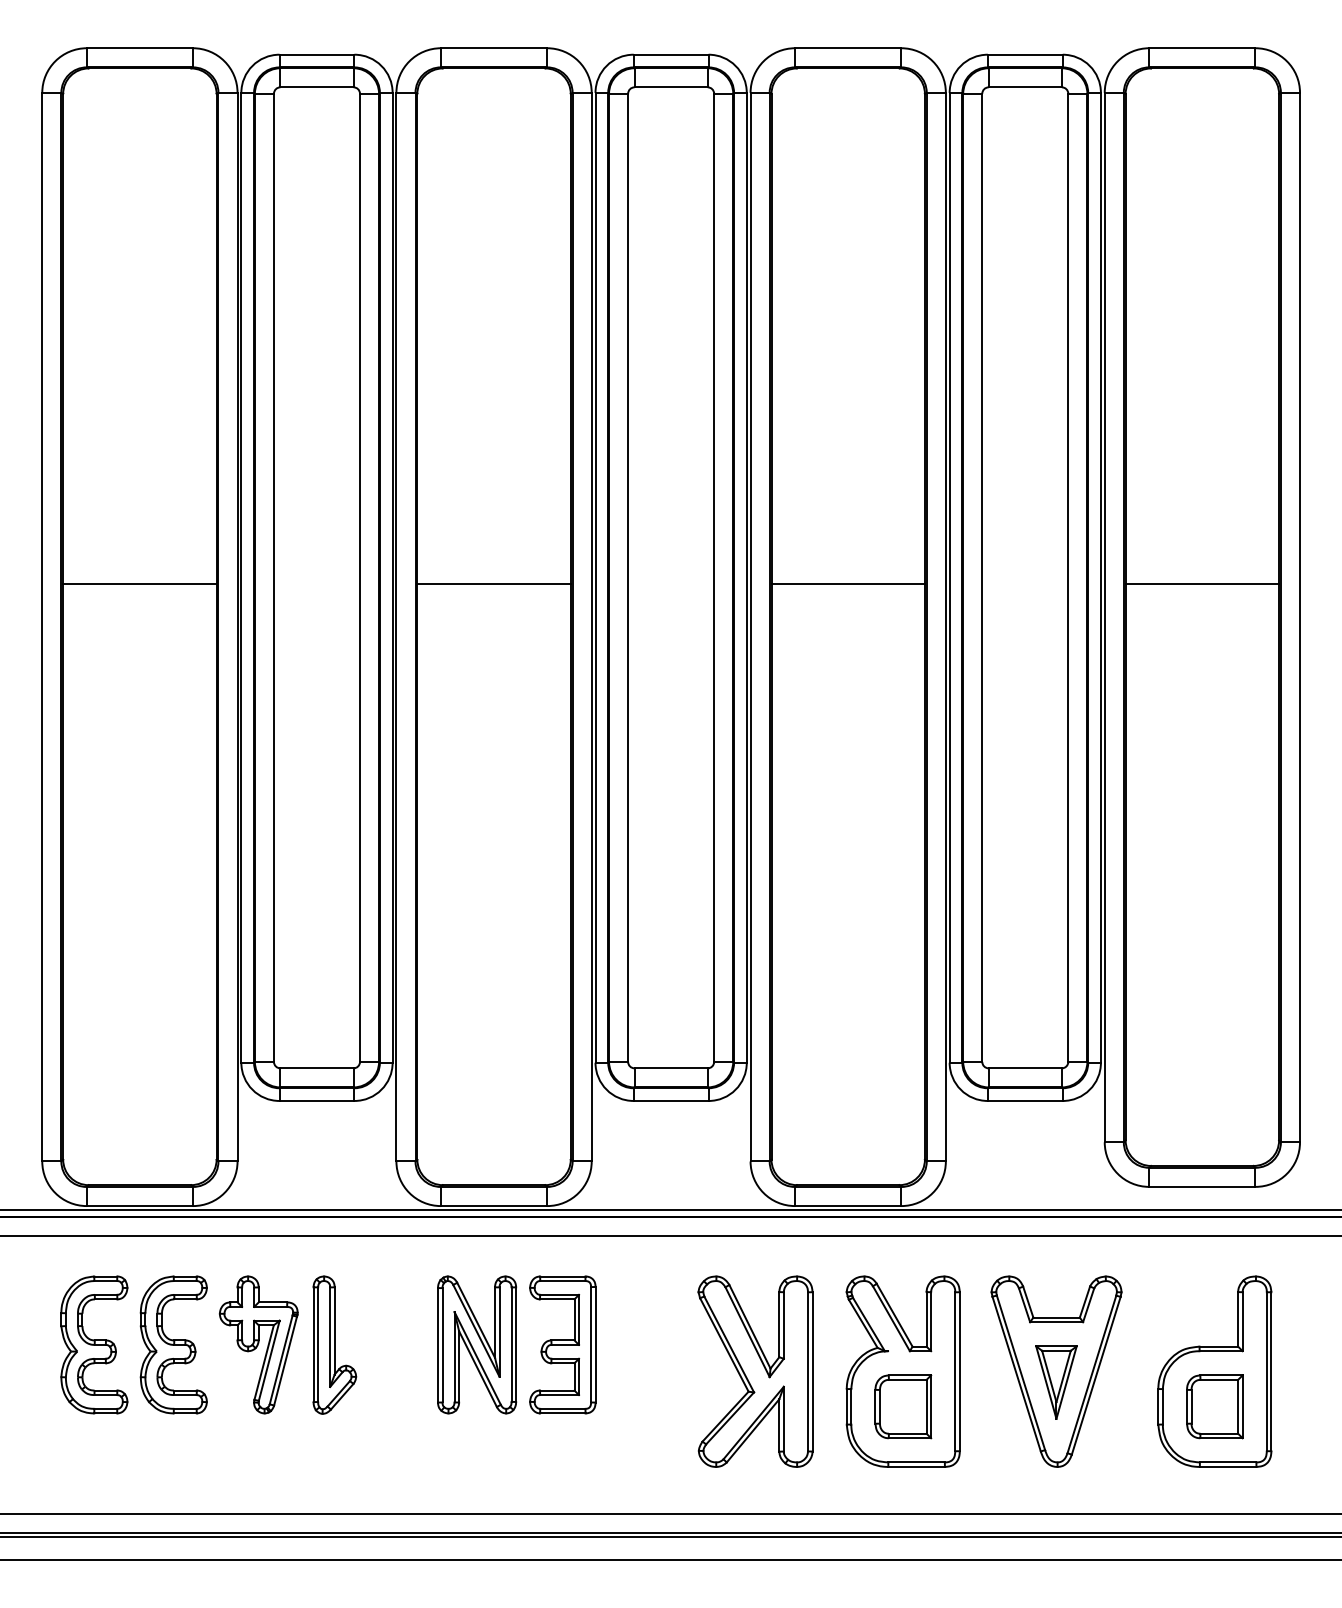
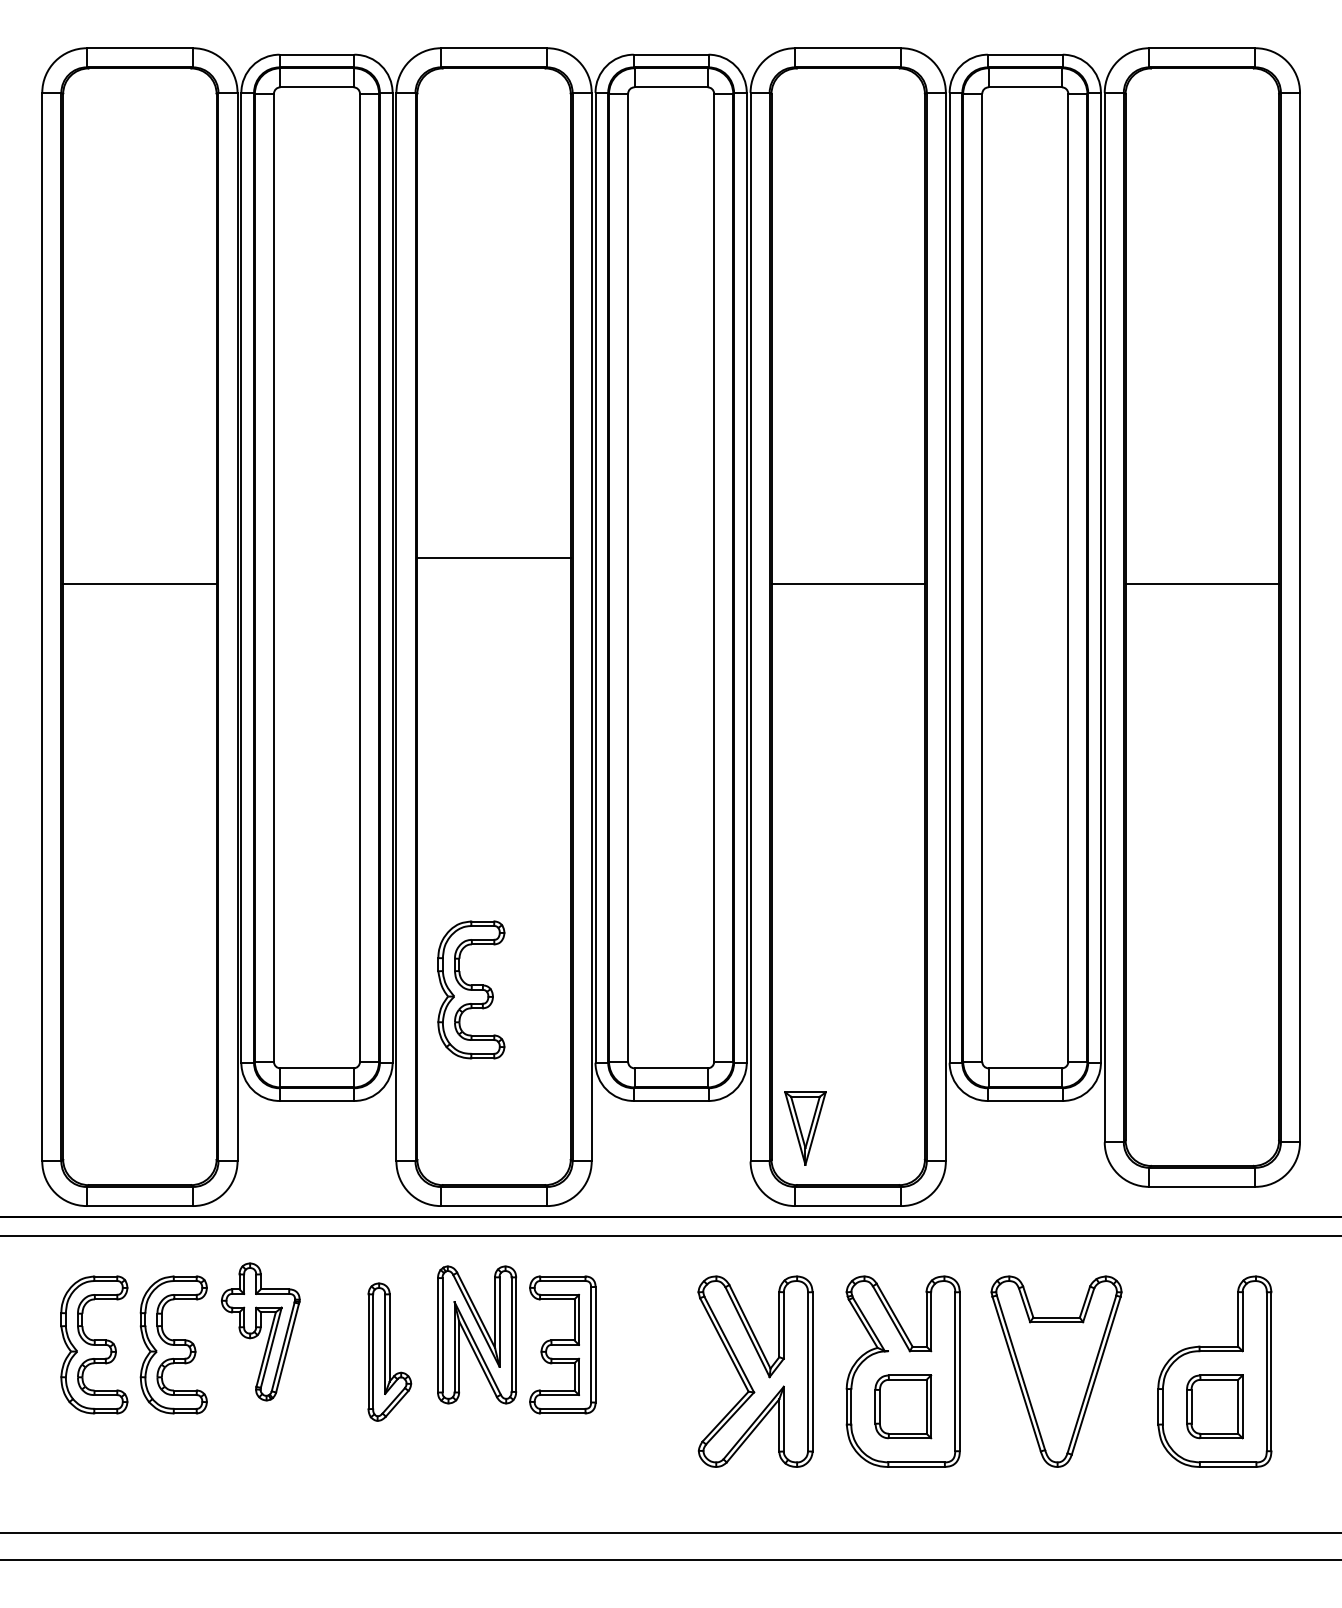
line at (493, 584) position: (493, 584) -> (493, 558)
part at (471, 989): none -> present
line at (670, 1210): present -> none
part at (258, 1344) position: (258, 1344) -> (260, 1331)
part at (334, 1344) position: (334, 1344) -> (389, 1351)
part at (477, 1344) position: (477, 1344) -> (477, 1334)
part at (1056, 1382) position: (1056, 1382) -> (805, 1128)
line at (670, 1513): present -> none
line at (670, 1536): present -> none
